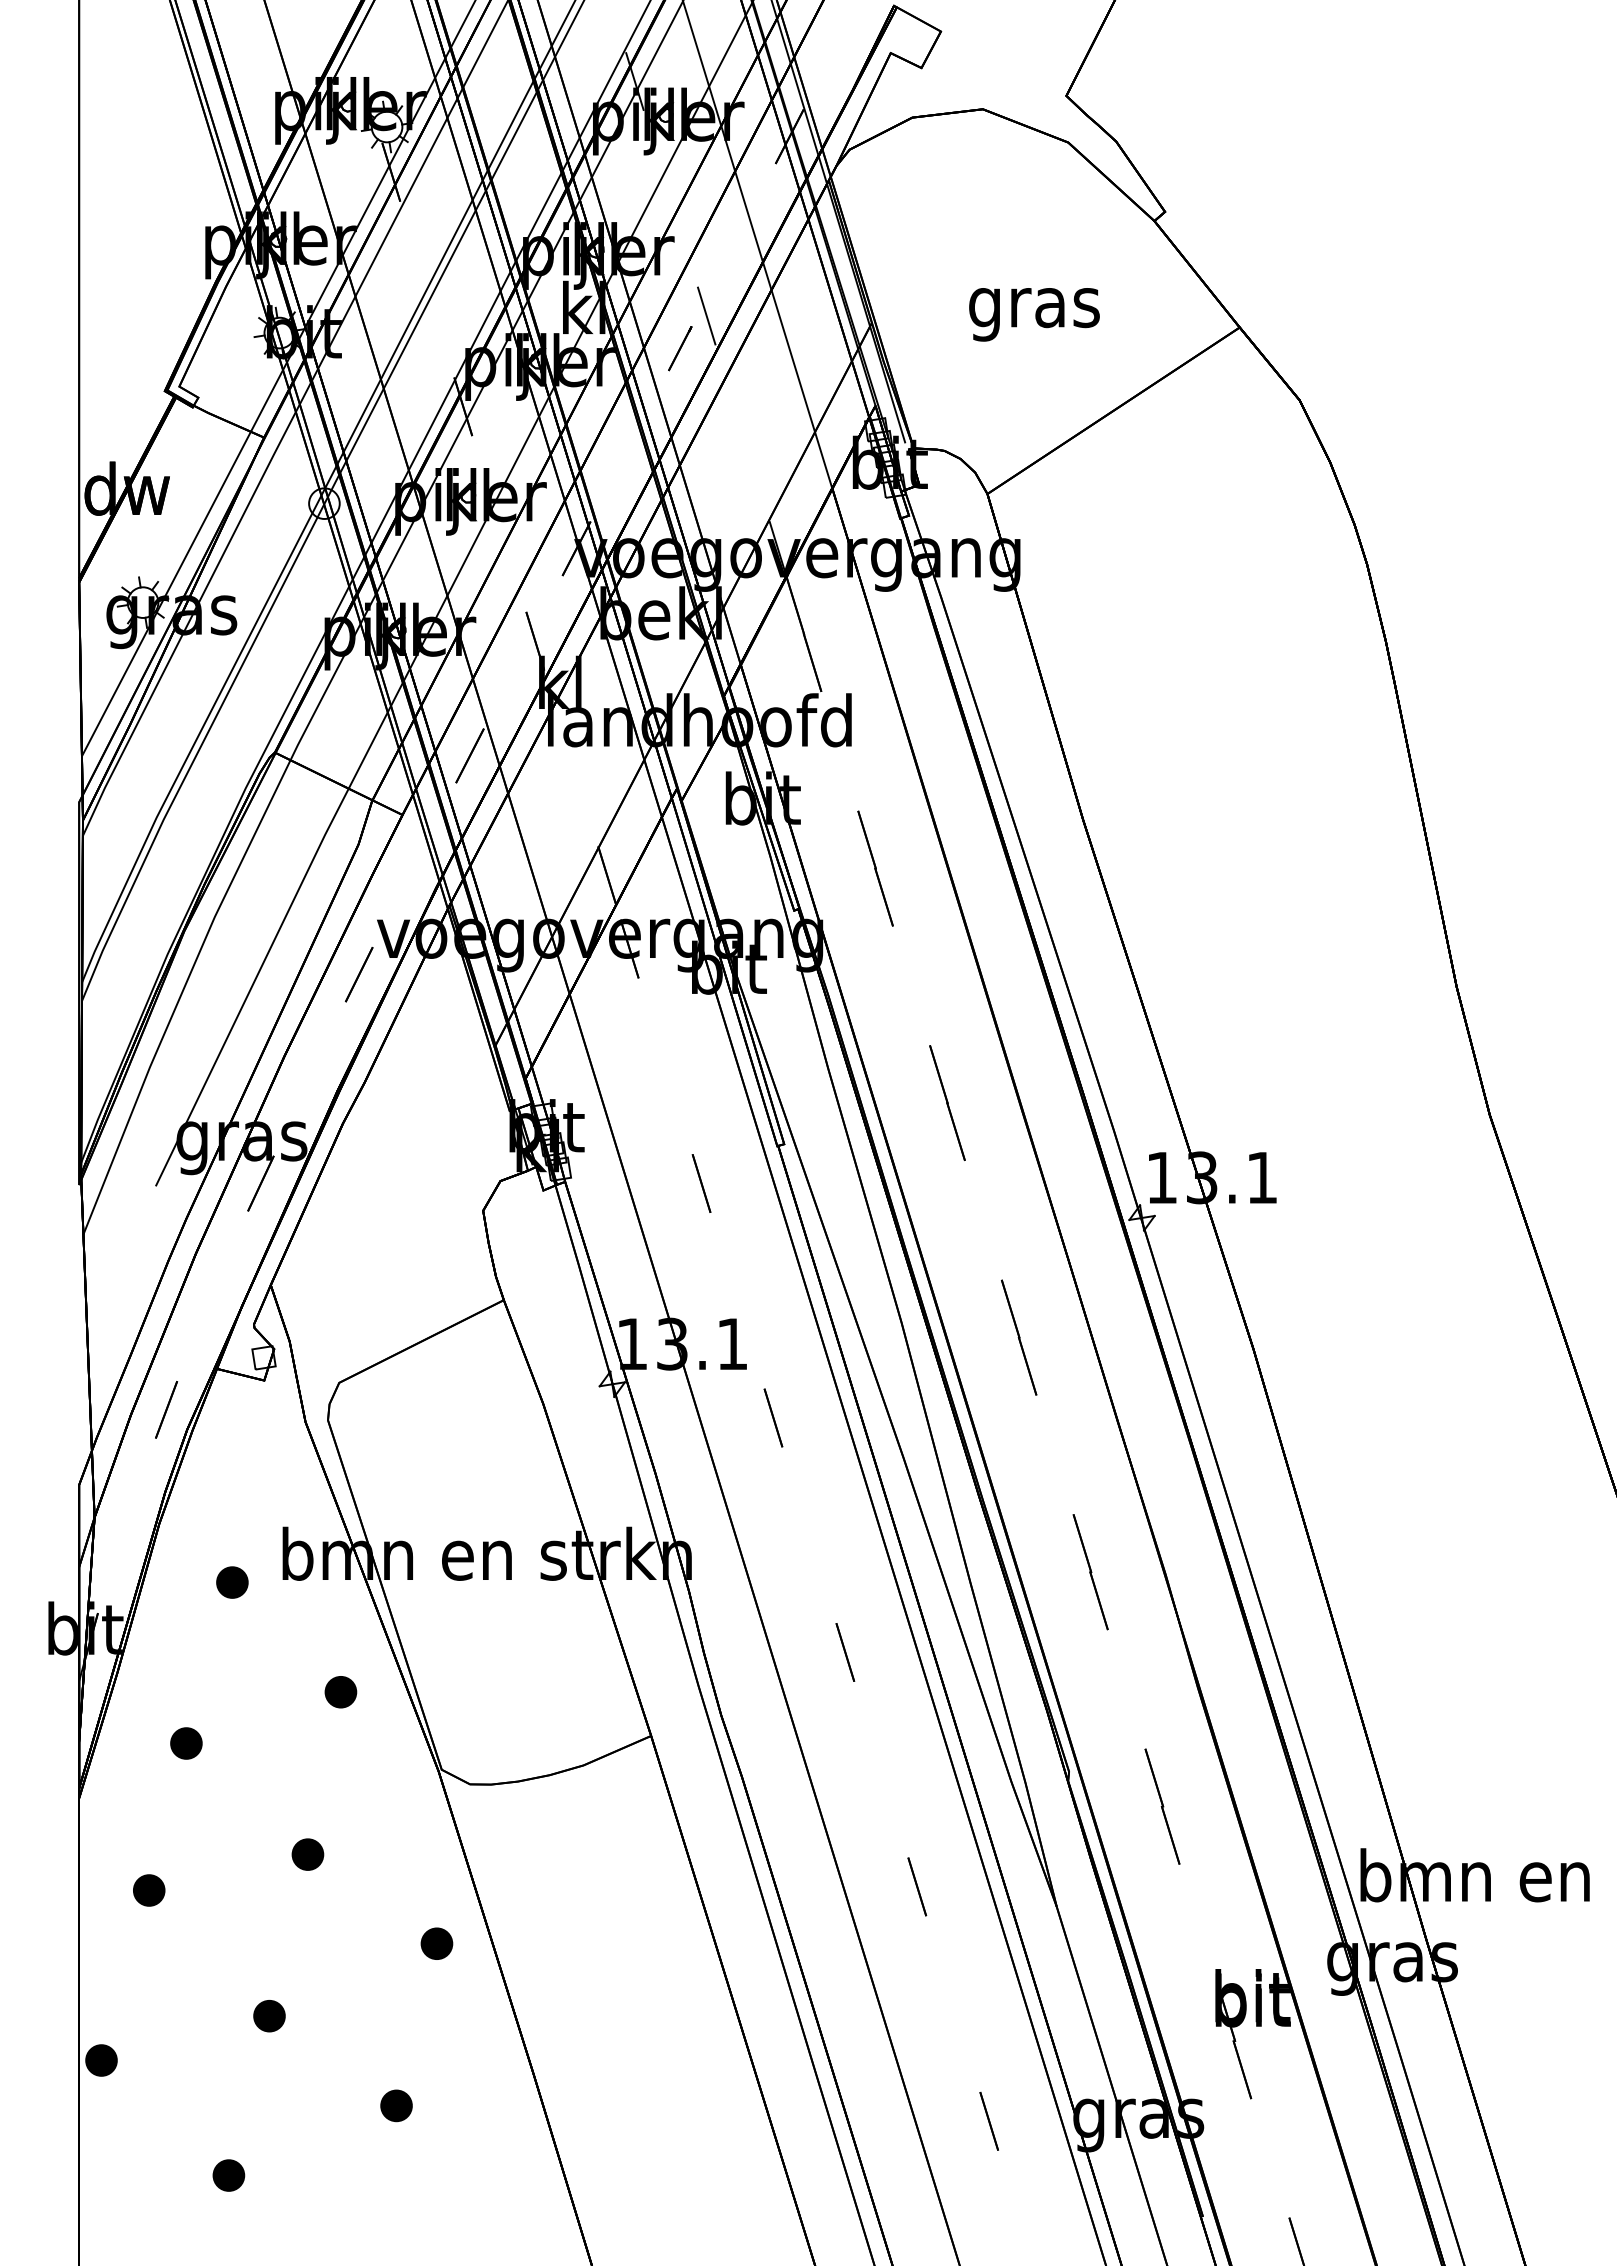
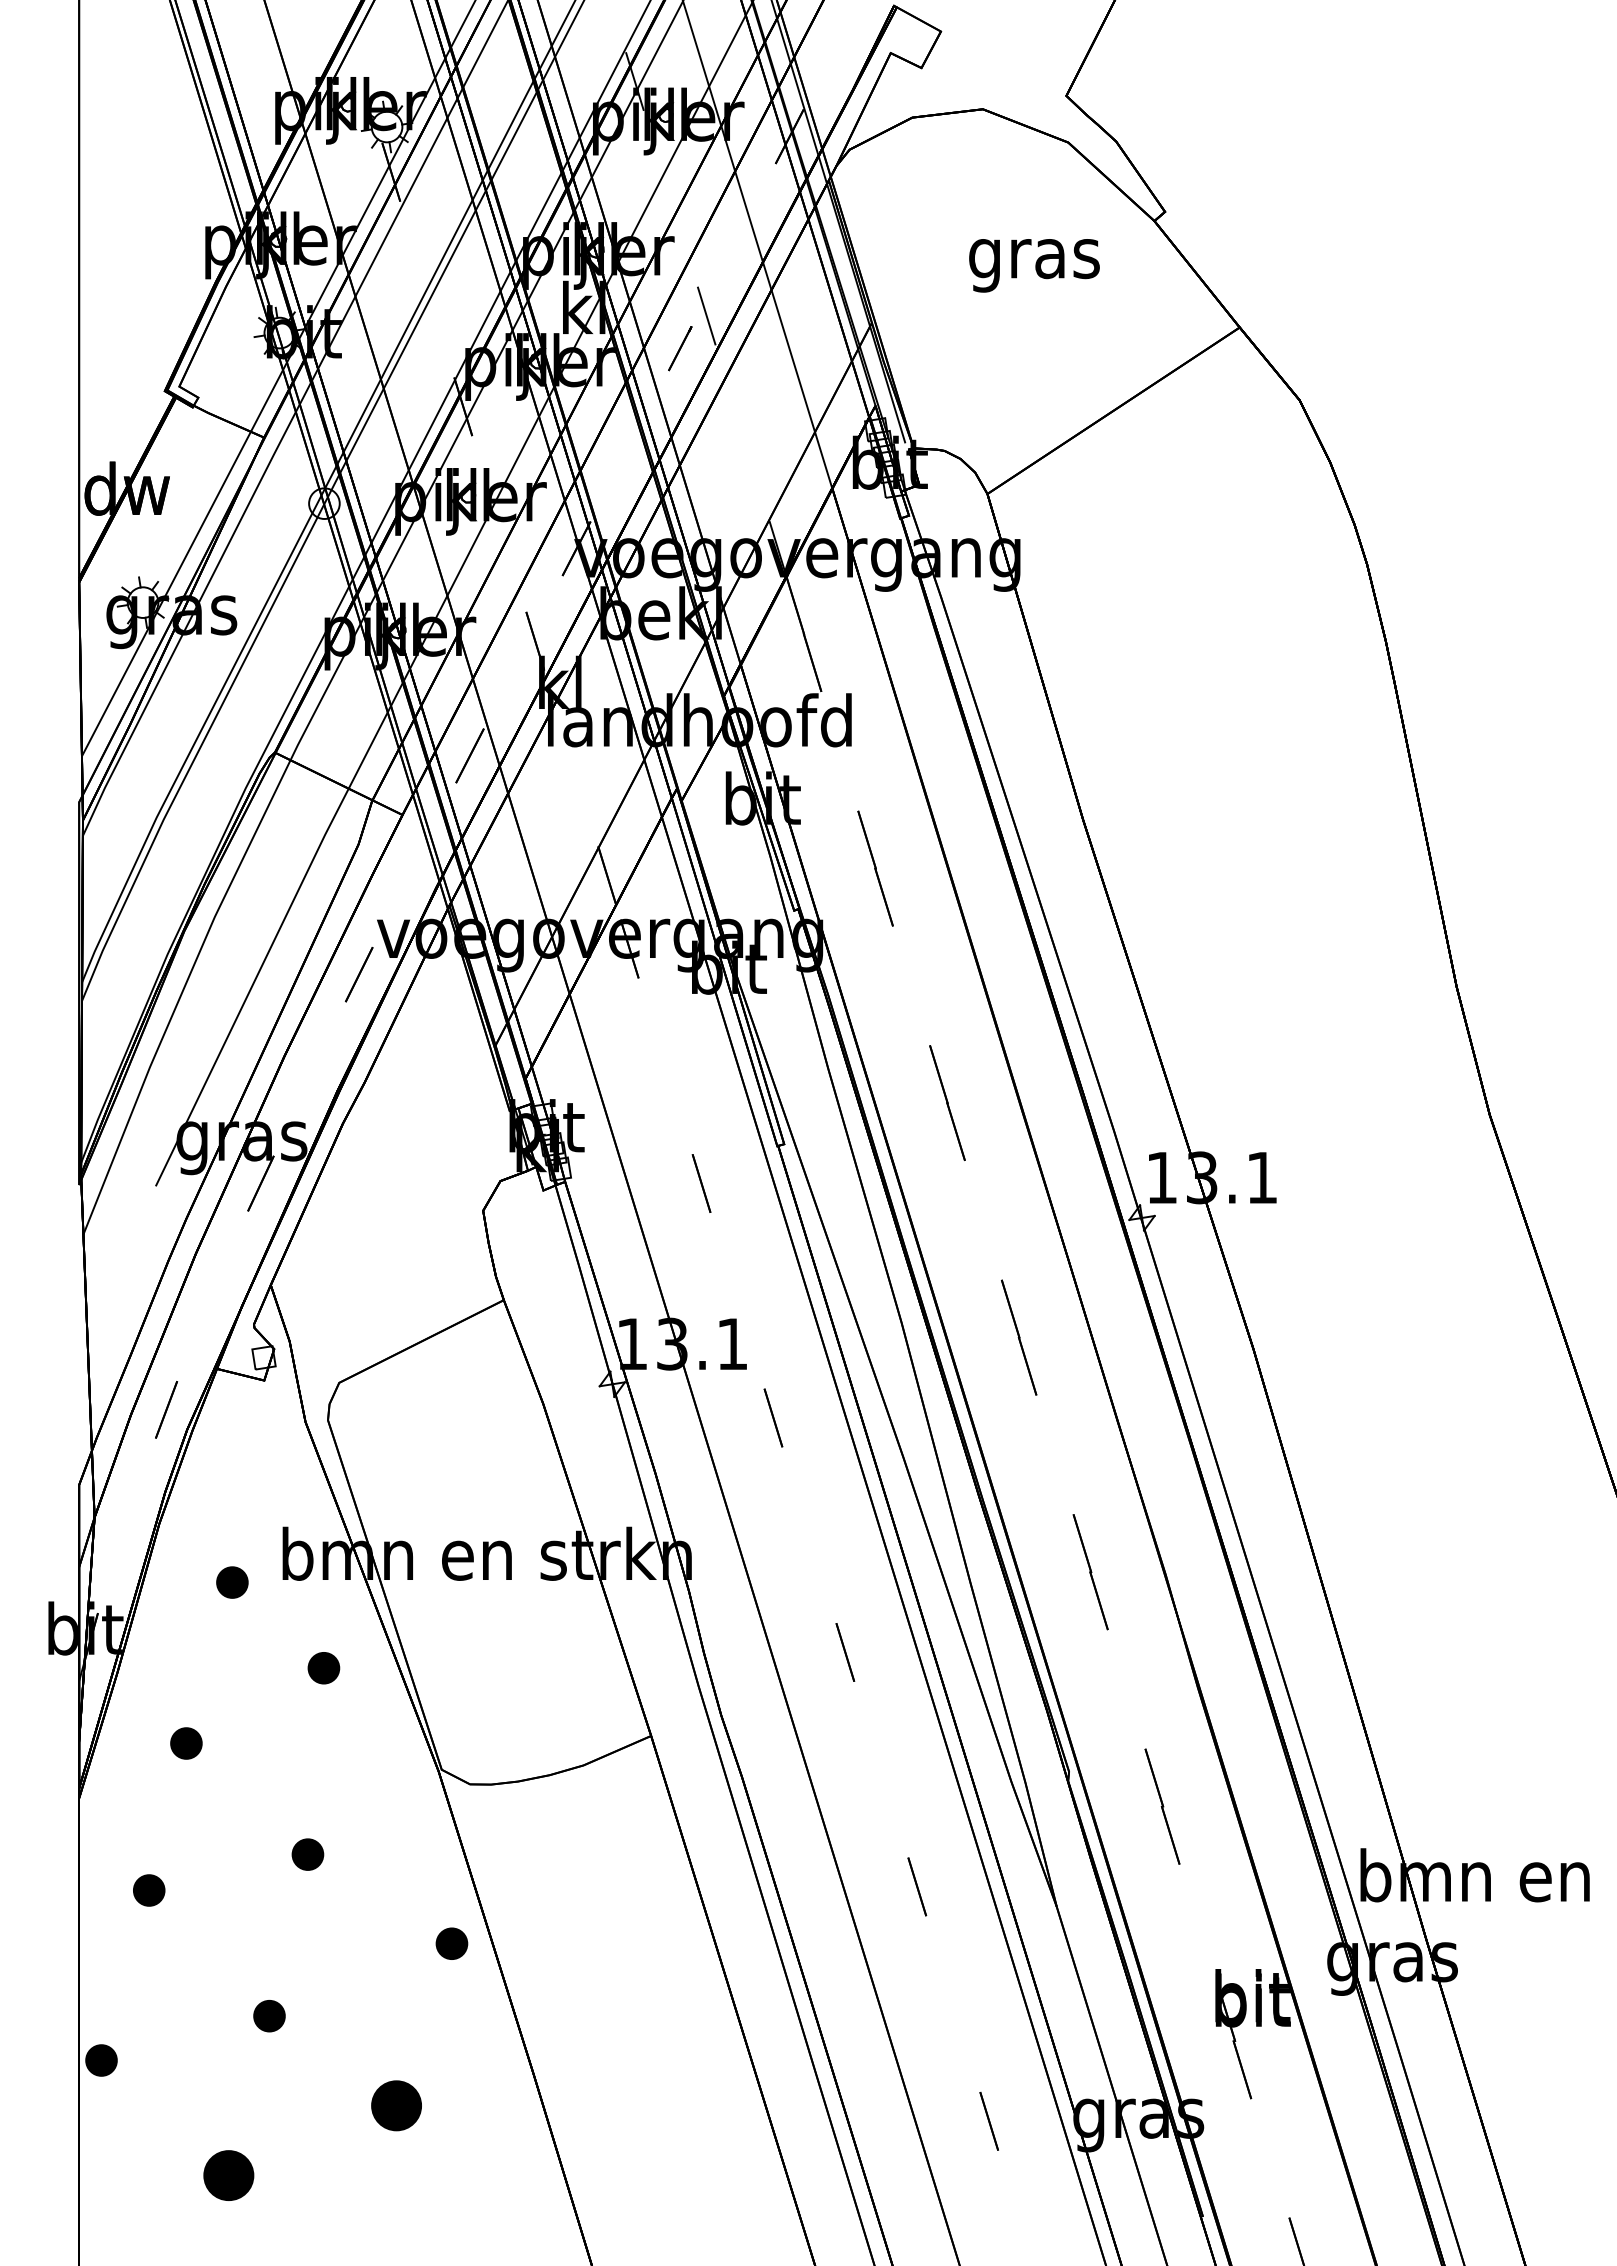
text at (1034, 314) position: (1034, 314) -> (1034, 265)
part at (340, 1692) position: (340, 1692) -> (323, 1668)
part at (436, 1943) position: (436, 1943) -> (451, 1943)
part at (396, 2105) size: 33x34 px -> 51x52 px
part at (228, 2175) size: 34x33 px -> 52x51 px
